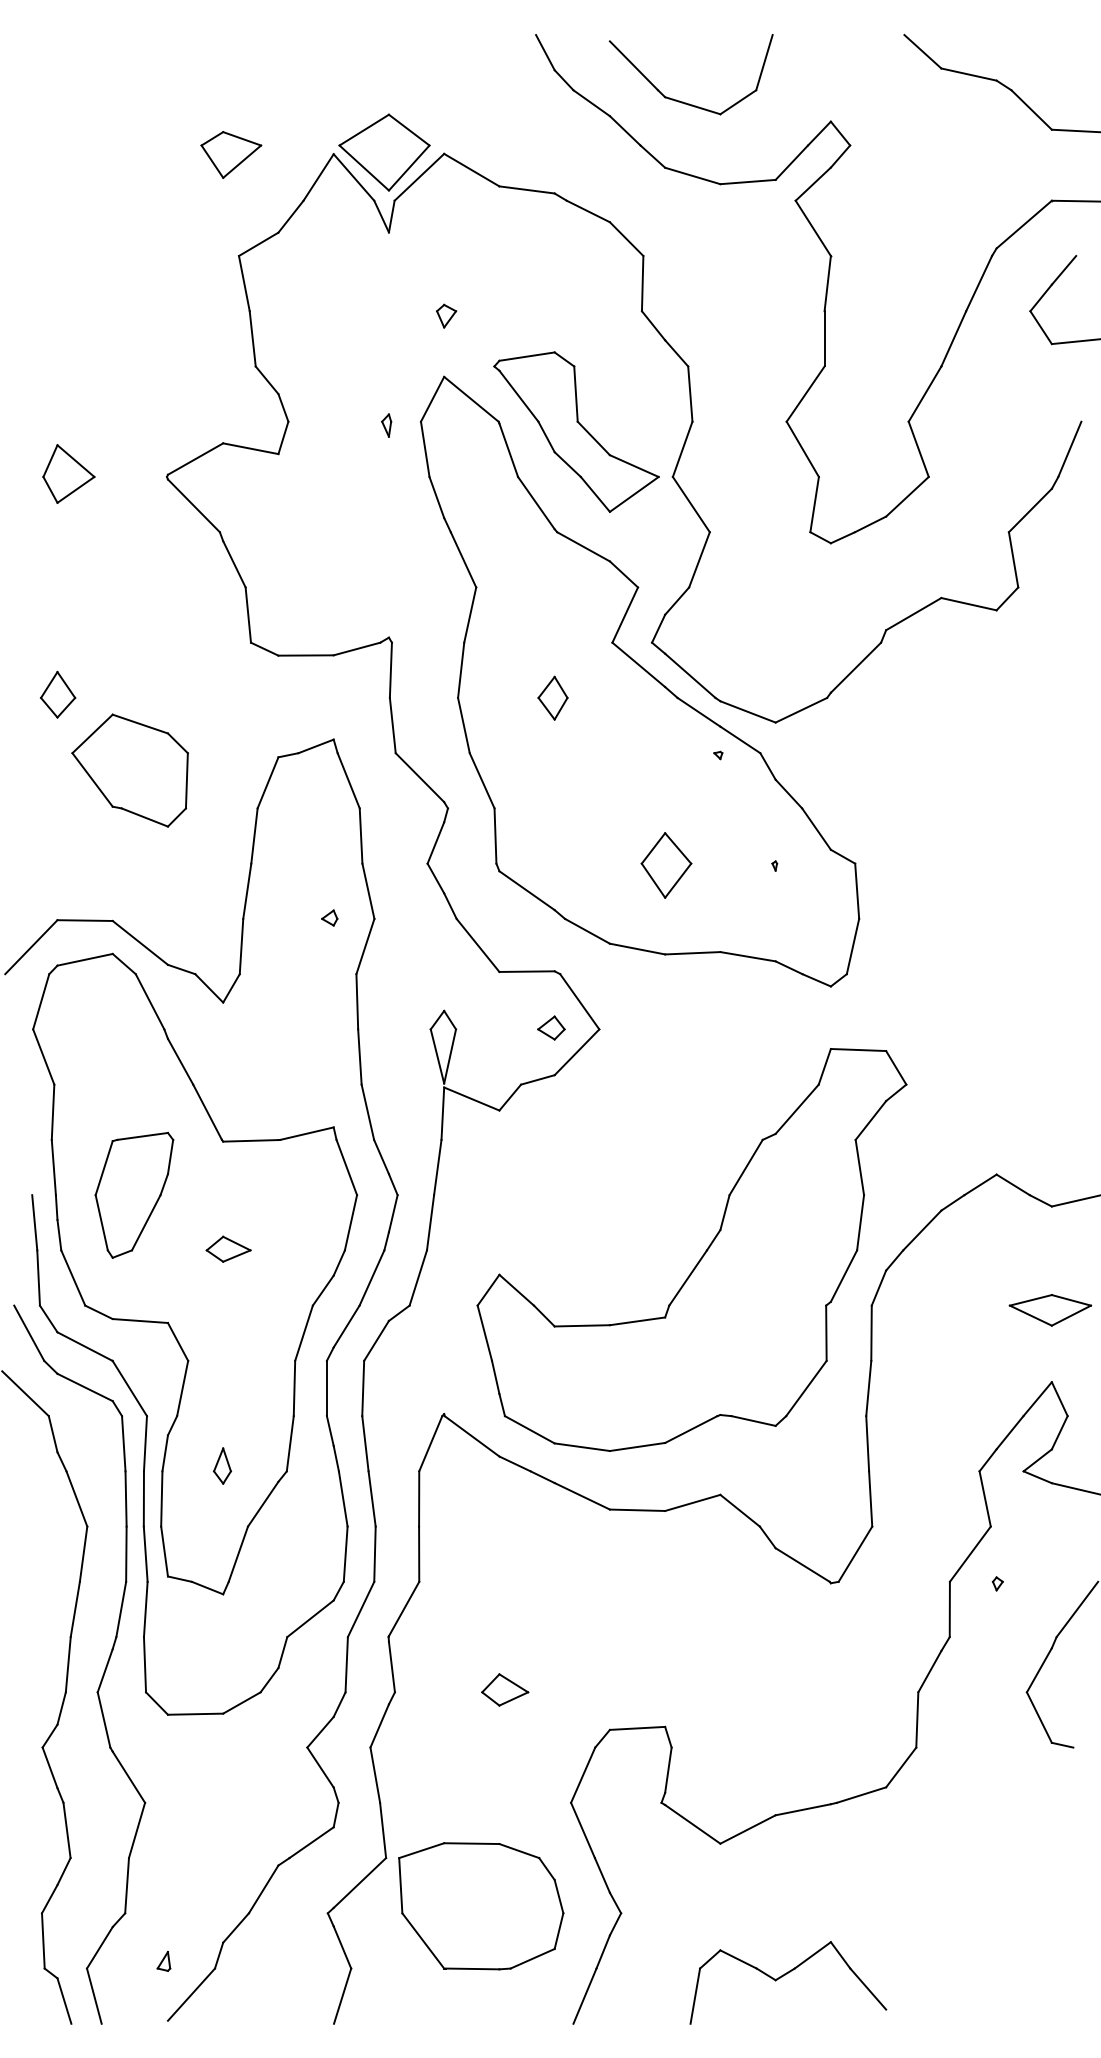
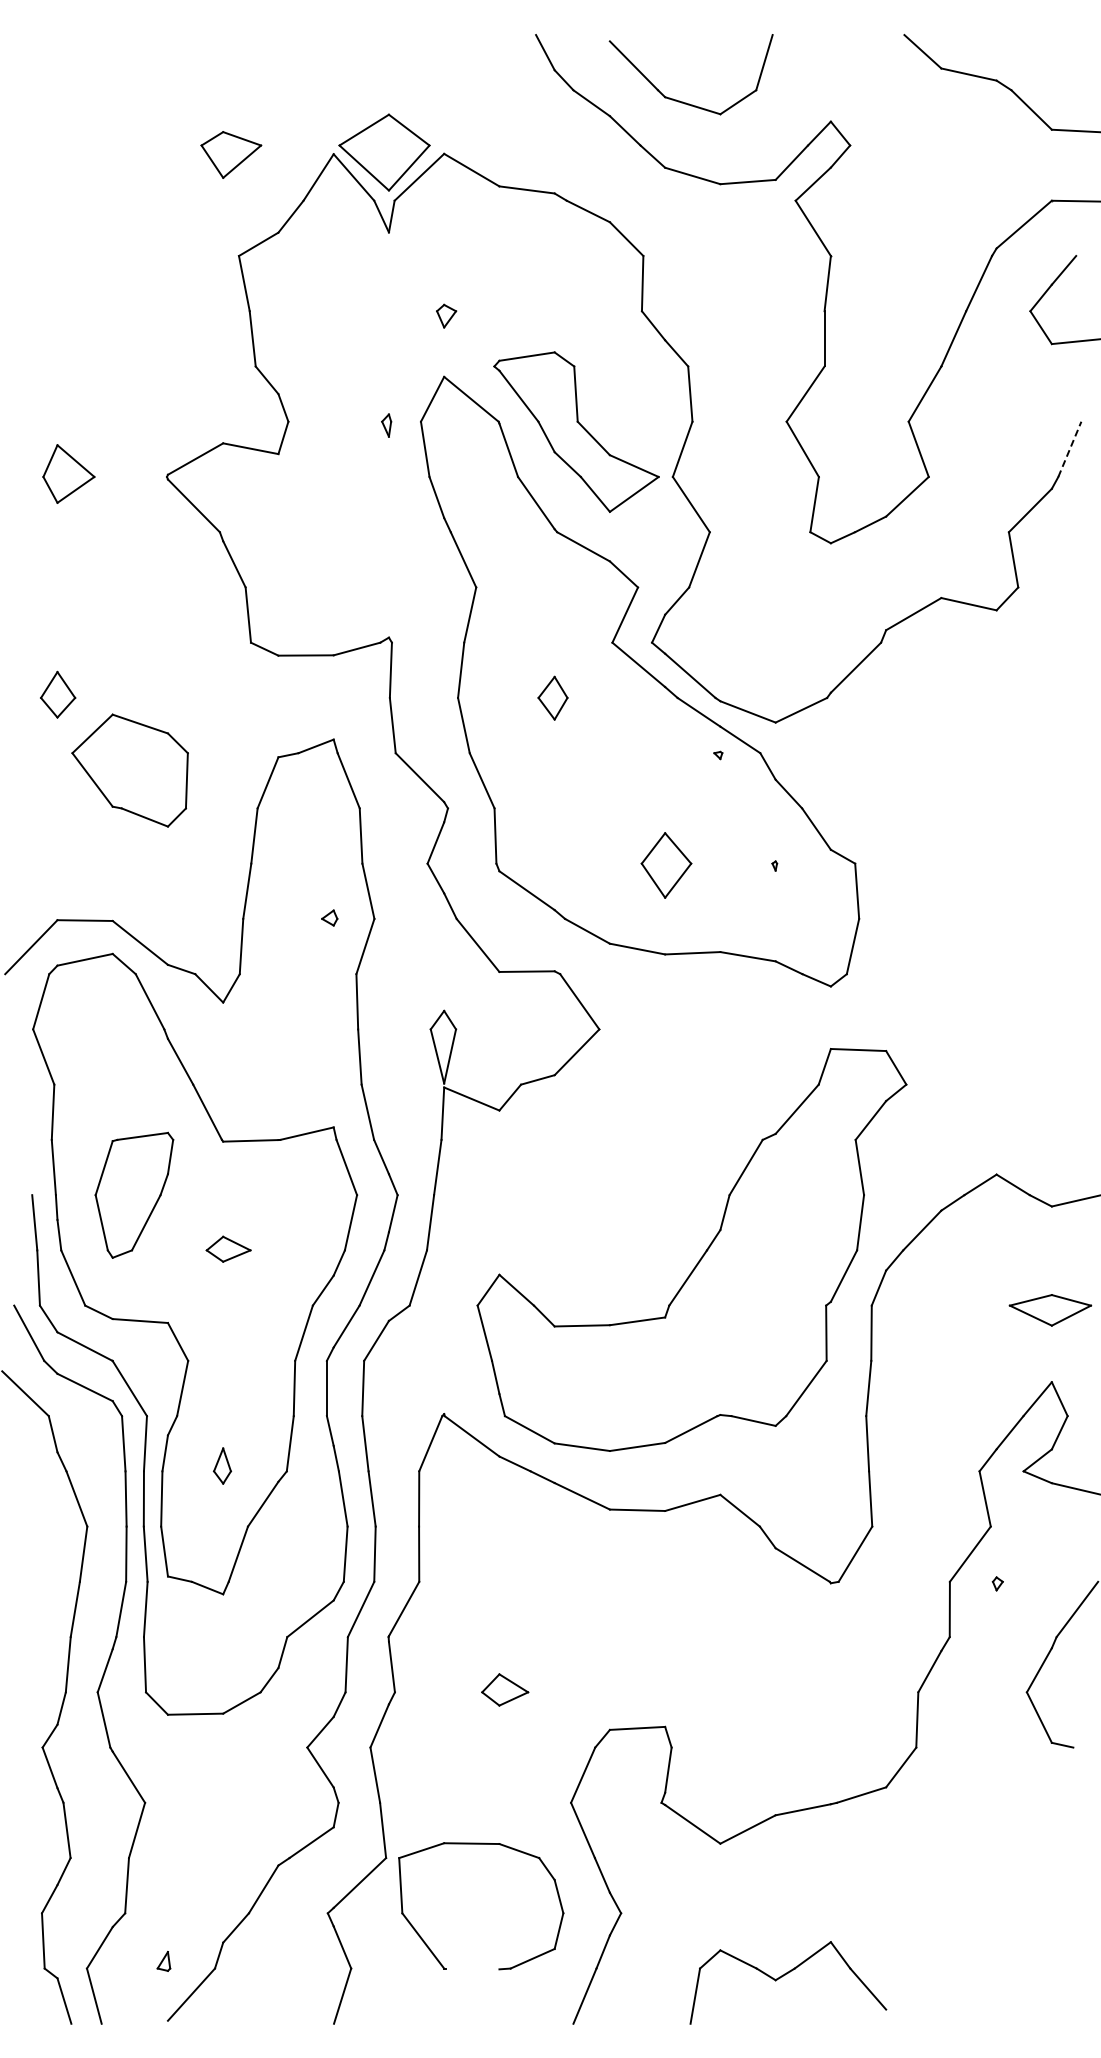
line at (1069, 449): solid -> dashed
part at (551, 1027): present -> none
line at (472, 1968): present -> none
